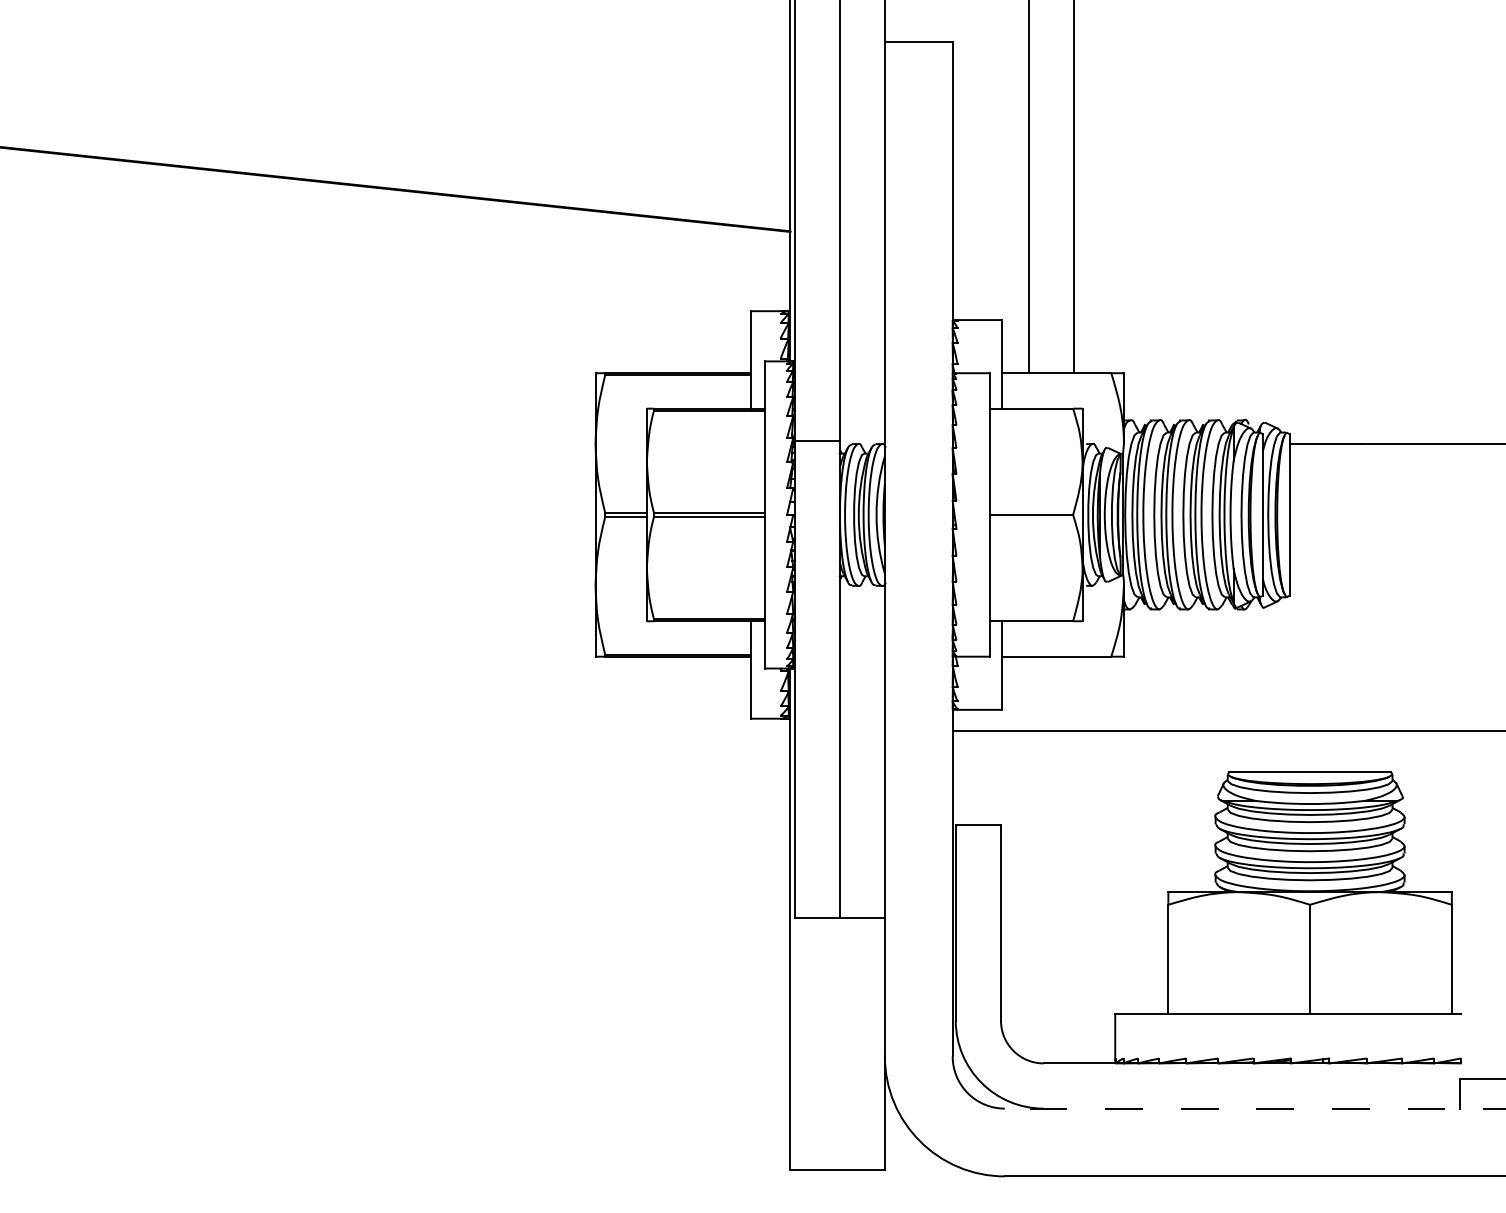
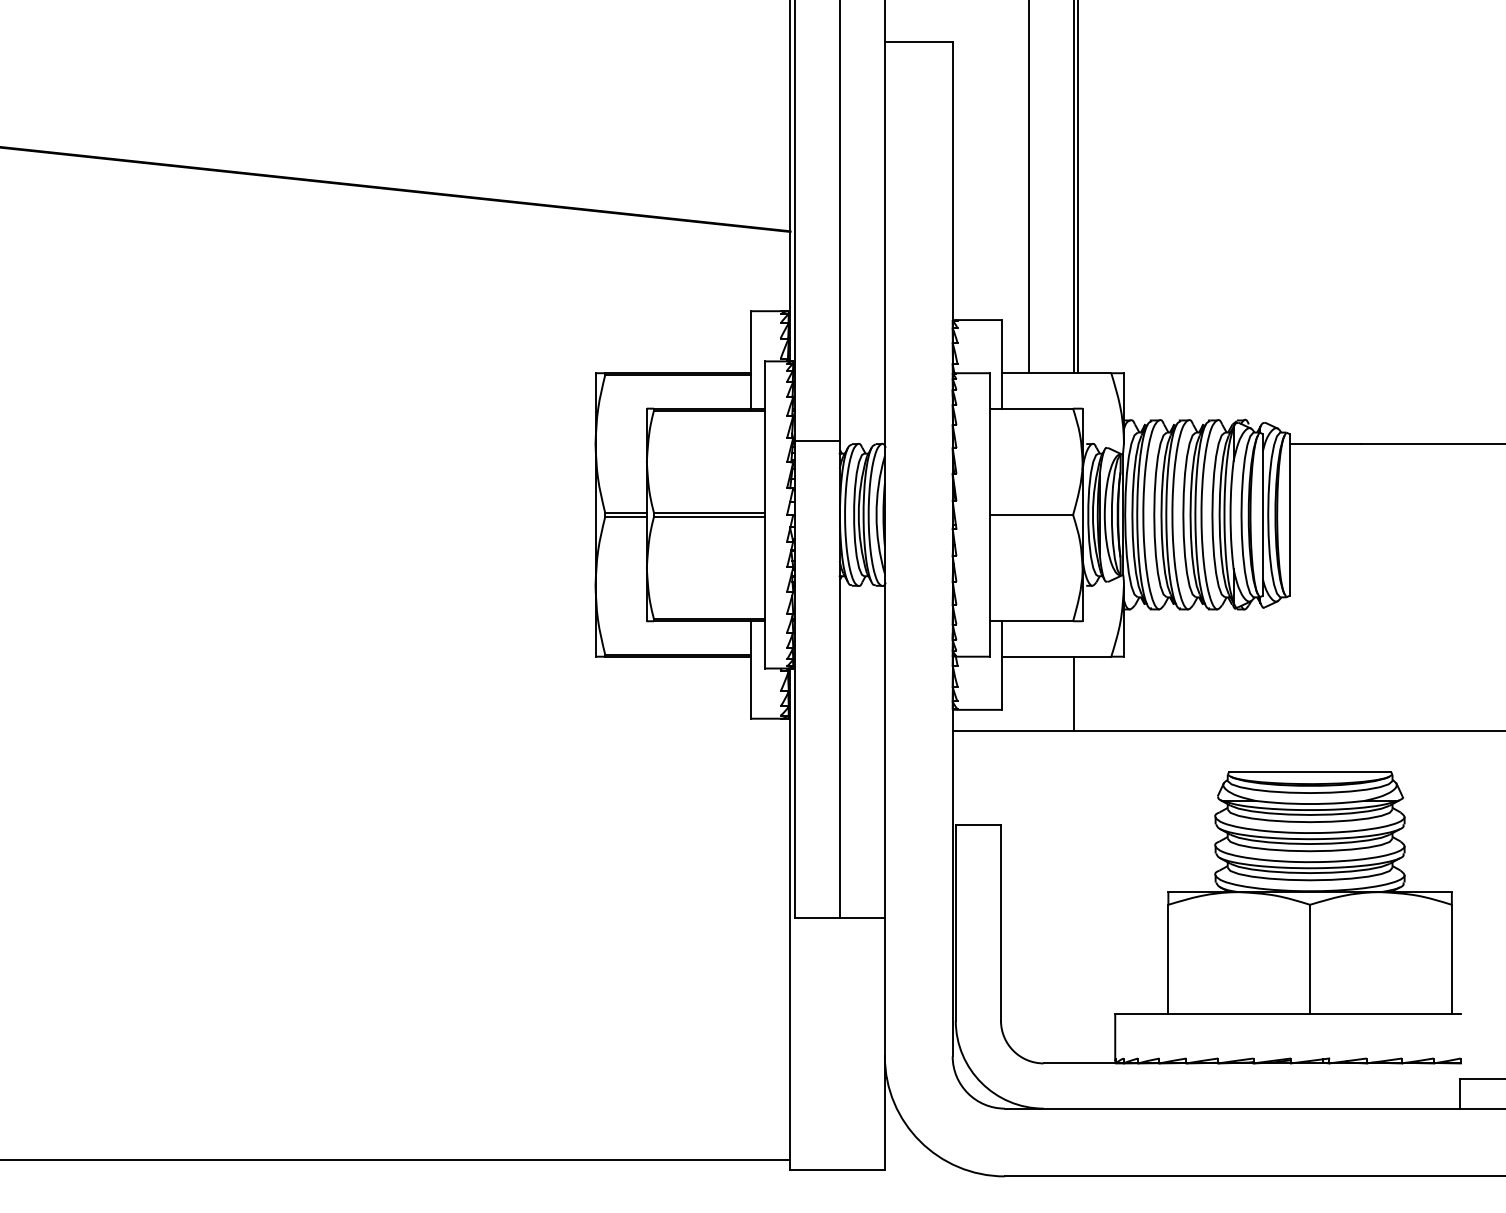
line at (1077, 187): none -> present
line at (1073, 693): none -> present
line at (1254, 1108): dashed -> solid
line at (396, 1160): none -> present
